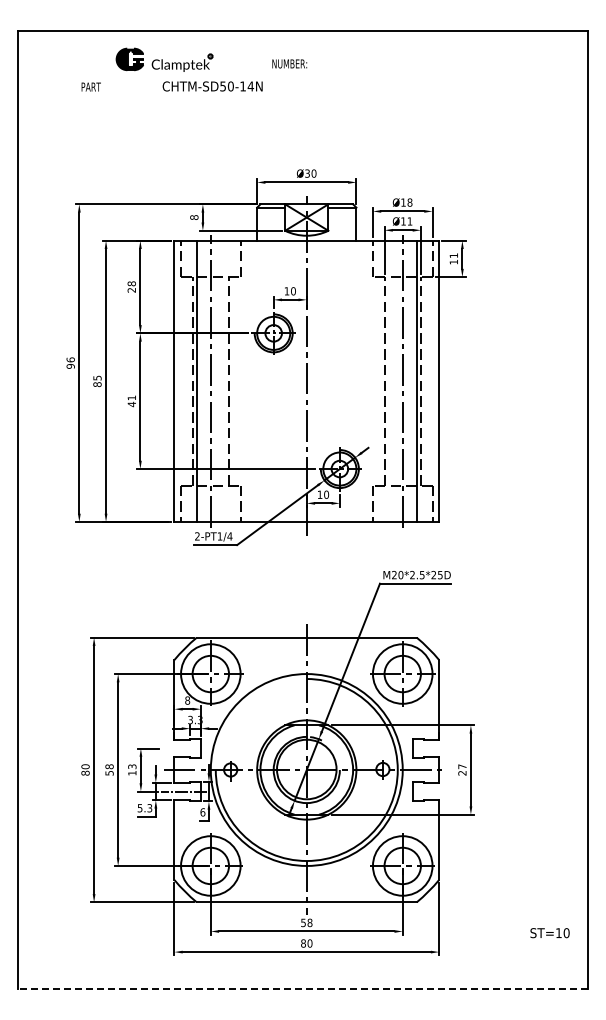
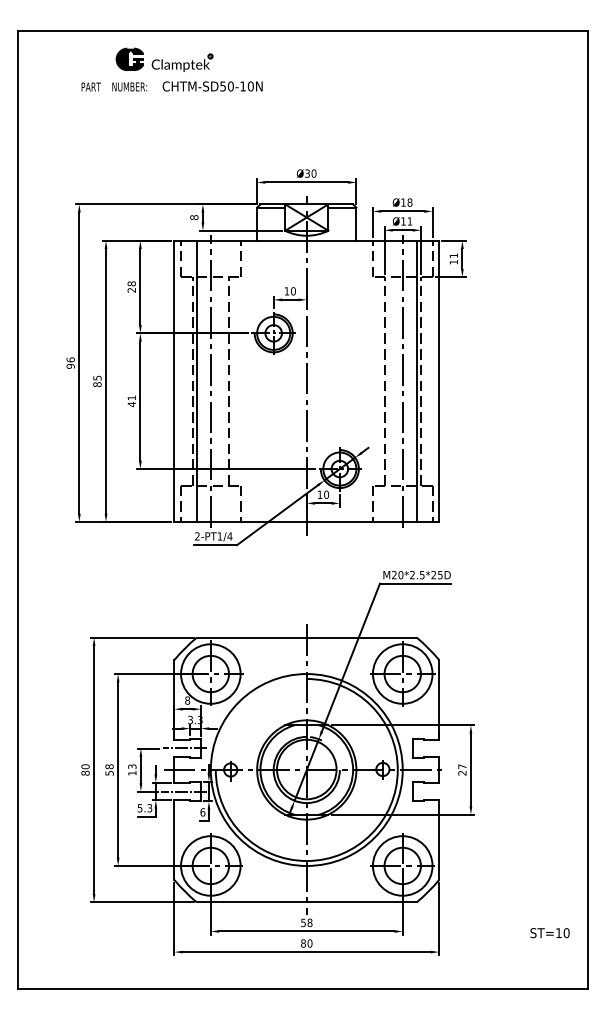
text at (289, 63) position: (289, 63) -> (129, 86)
text at (250, 86): CHTM-SD50-14N -> CHTM-SD50-10N
line at (184, 748): none -> present
line at (303, 989): dashed -> solid
